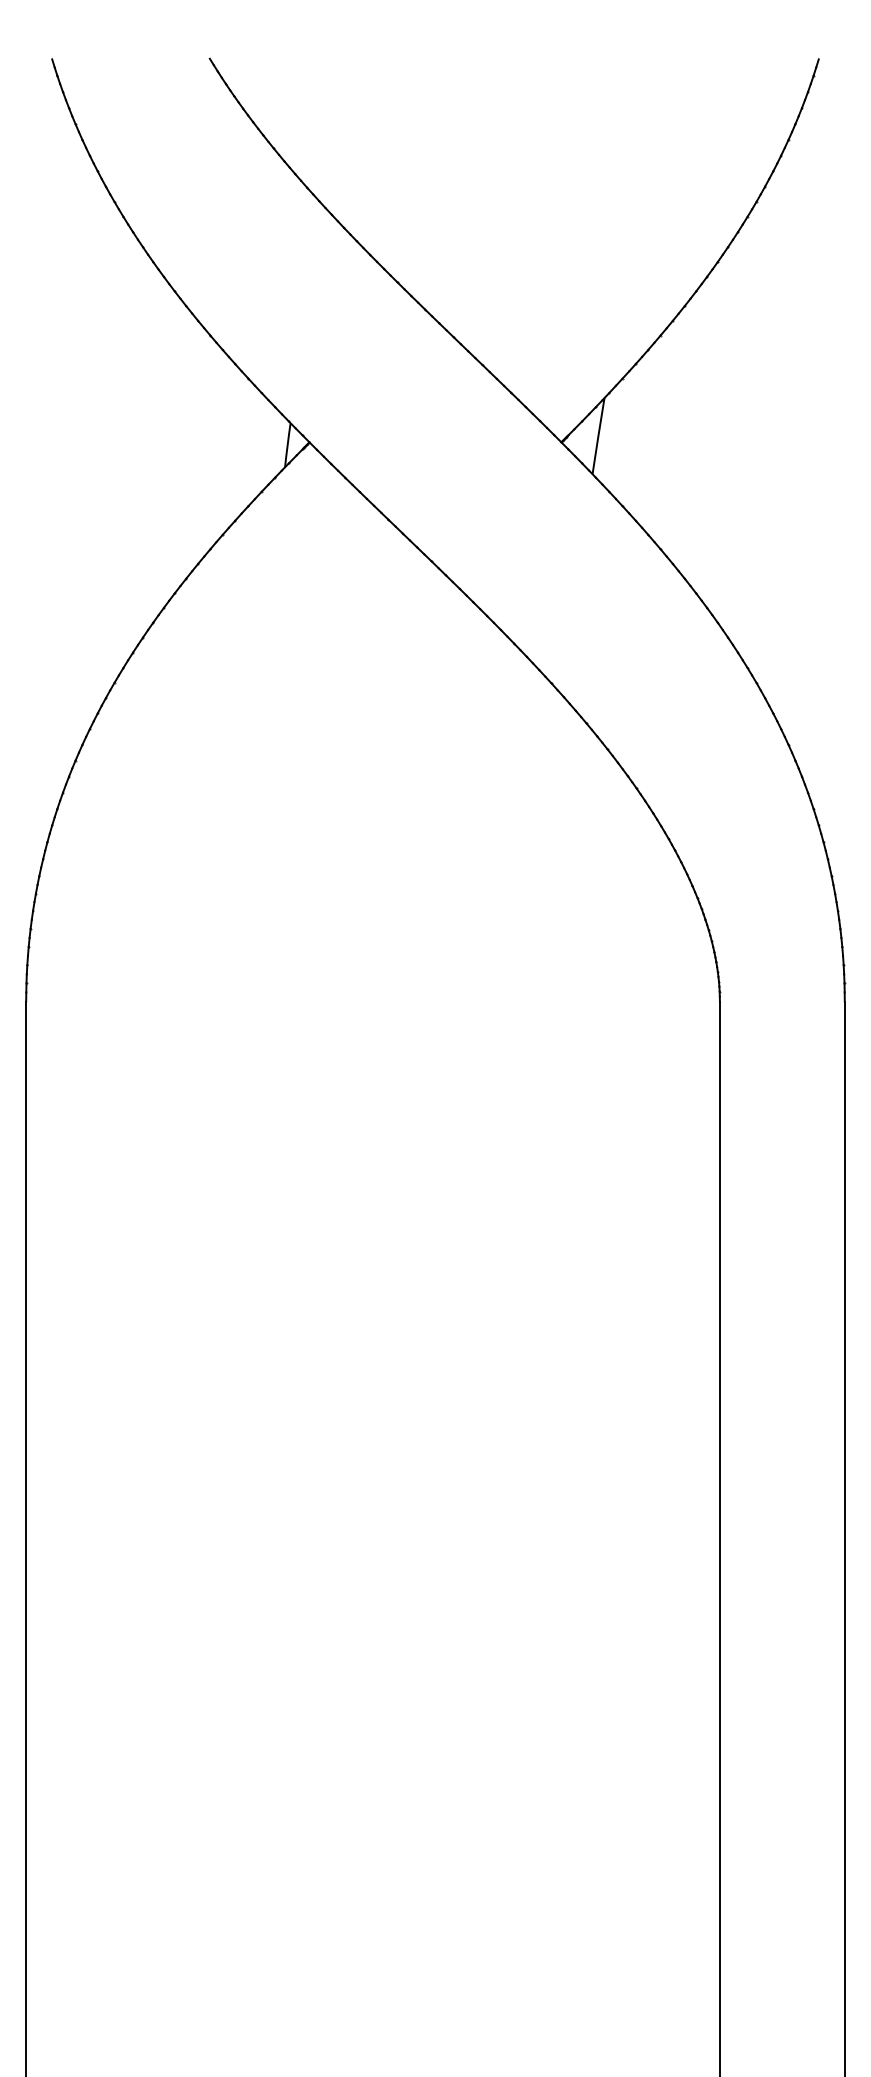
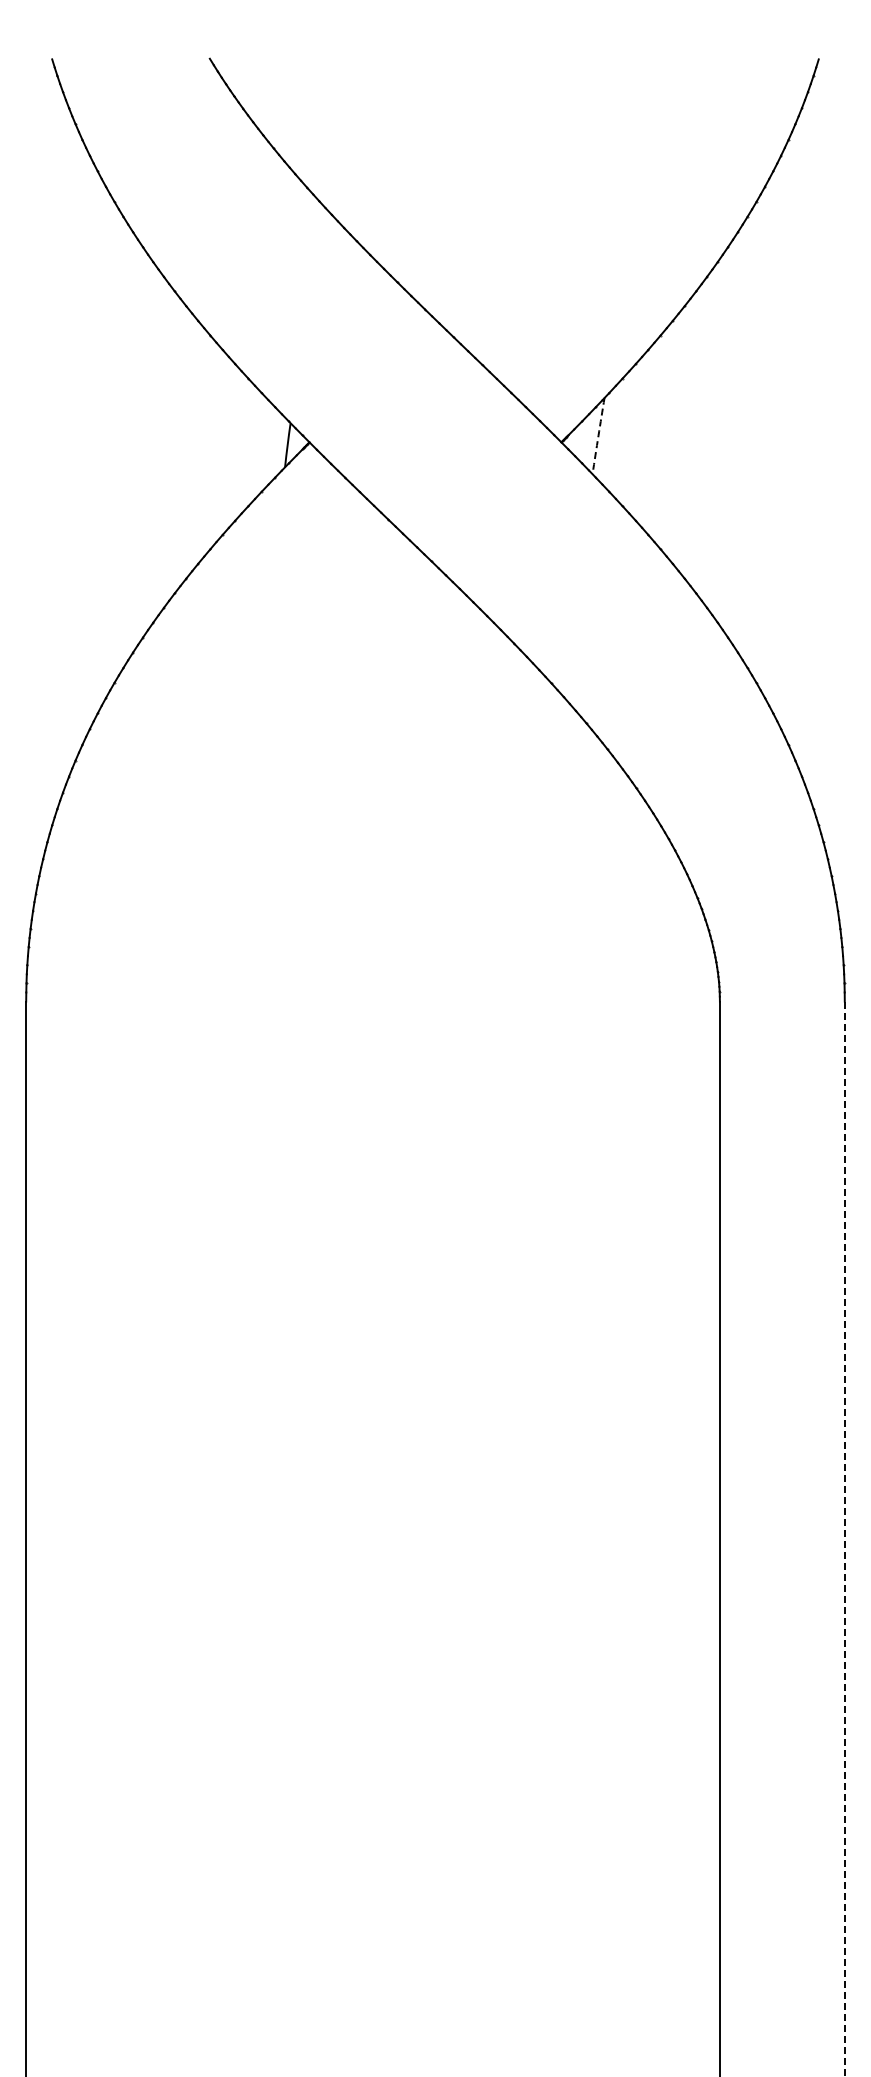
arc at (598, 435): solid -> dashed
line at (844, 1539): solid -> dashed
